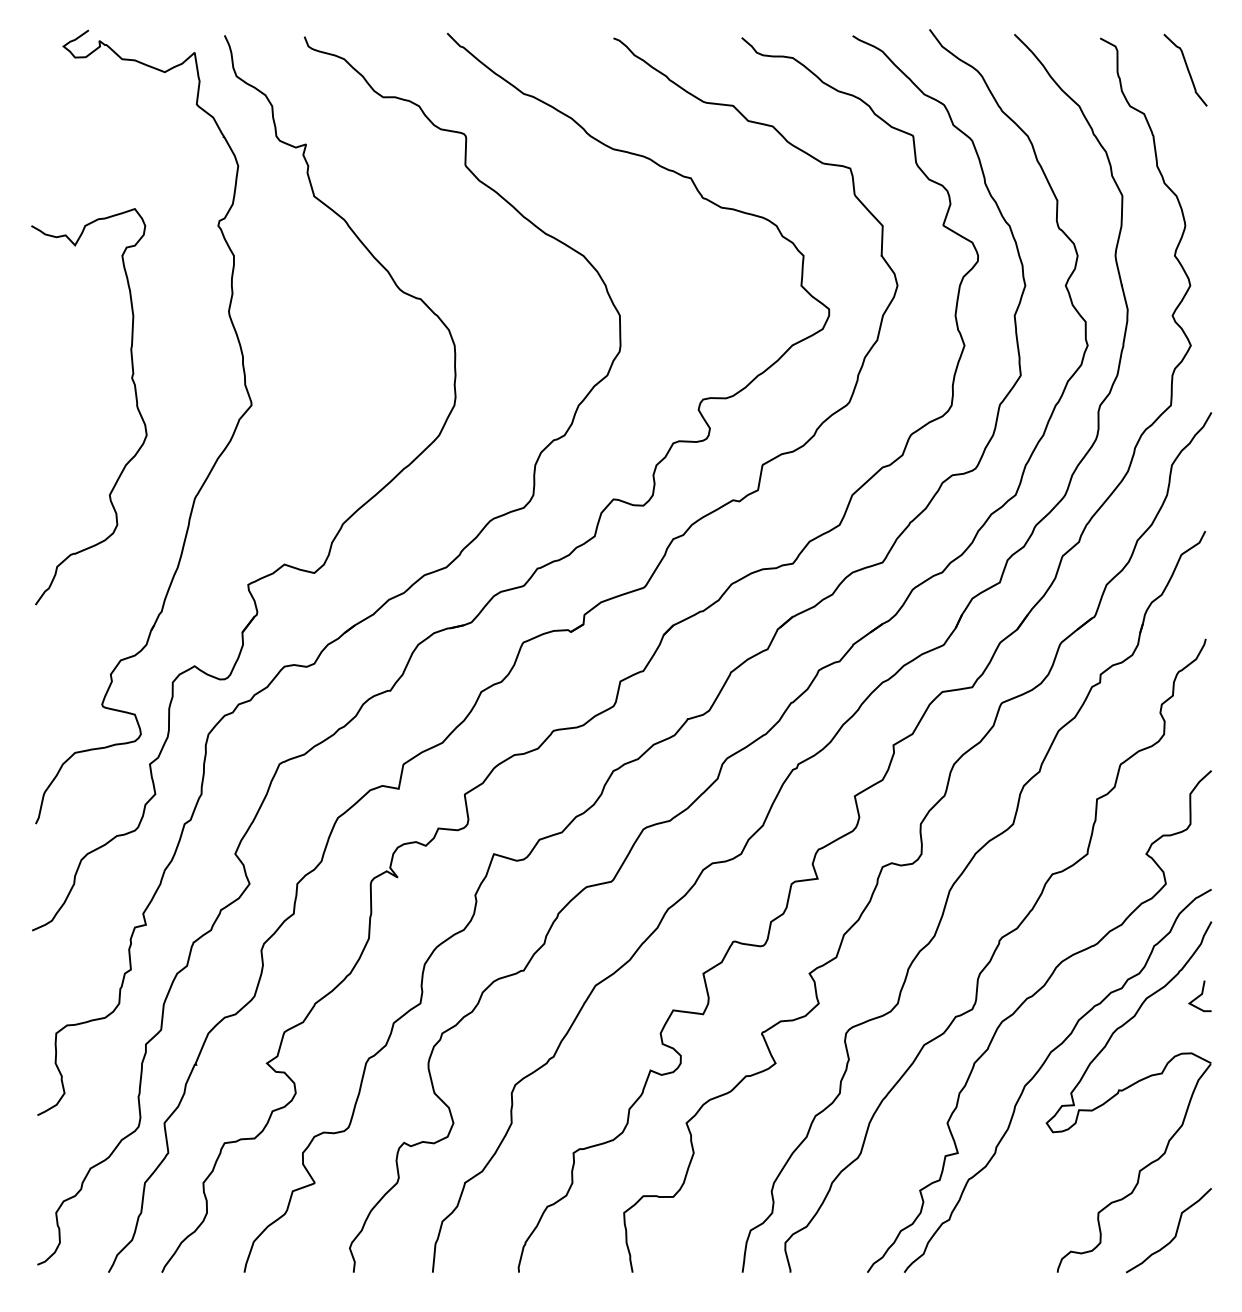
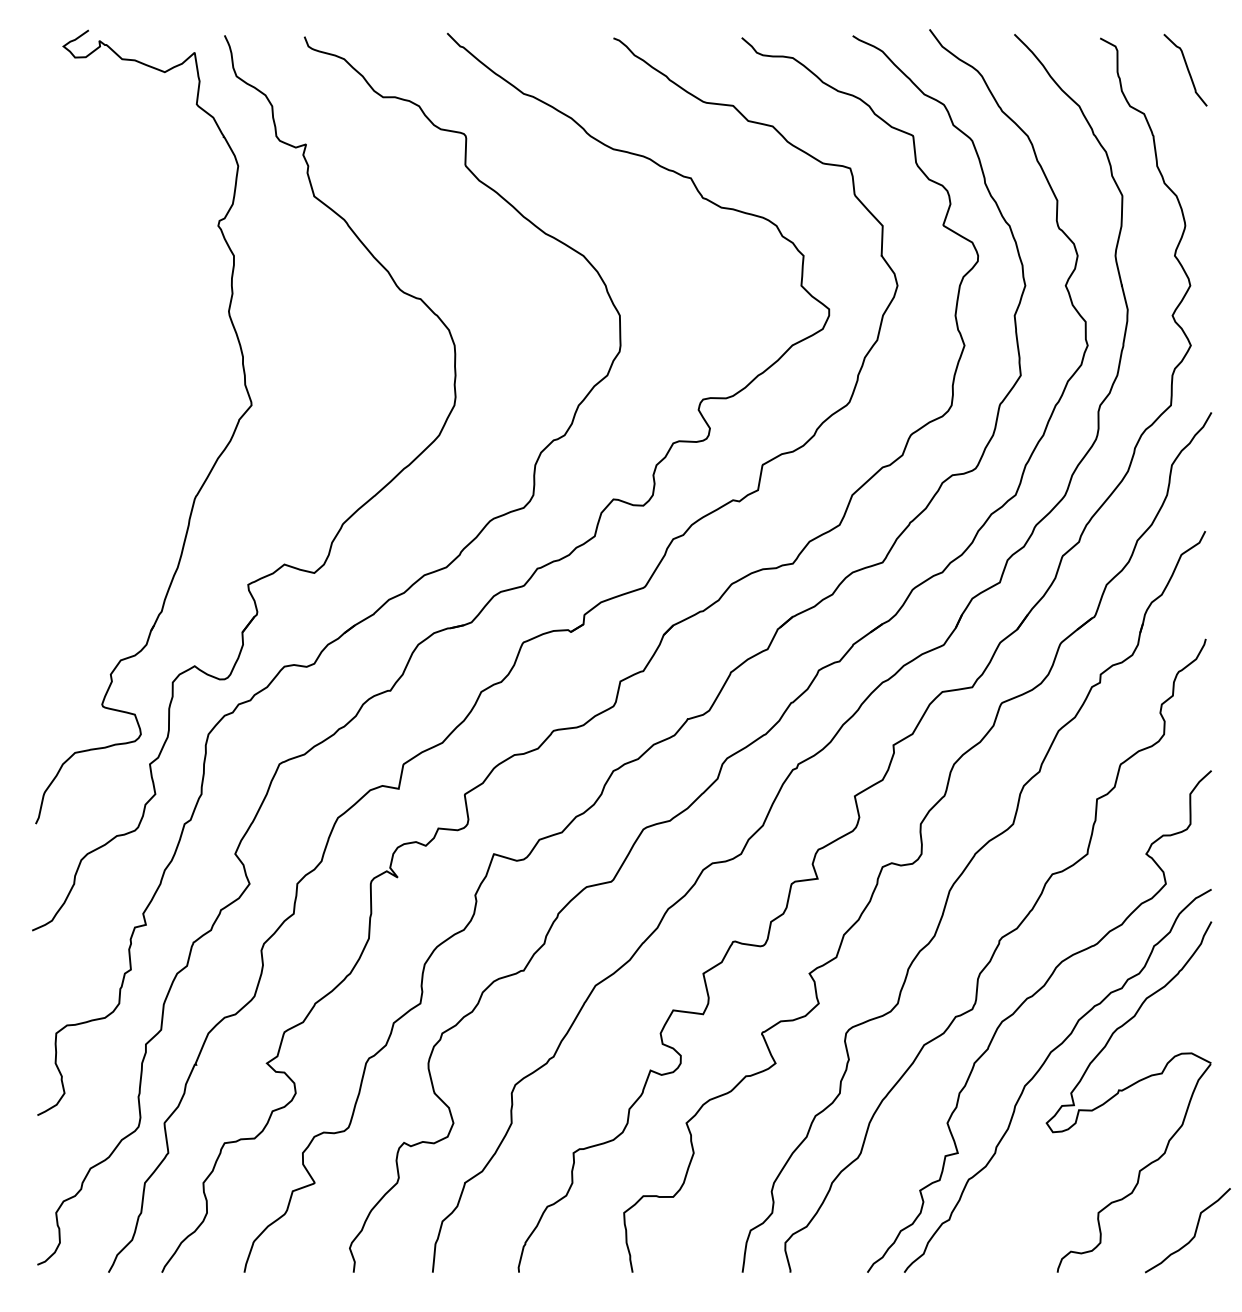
curve at (135, 399): present -> none
line at (1199, 996): present -> none
curve at (1175, 1232) position: (1175, 1232) -> (1194, 1232)
